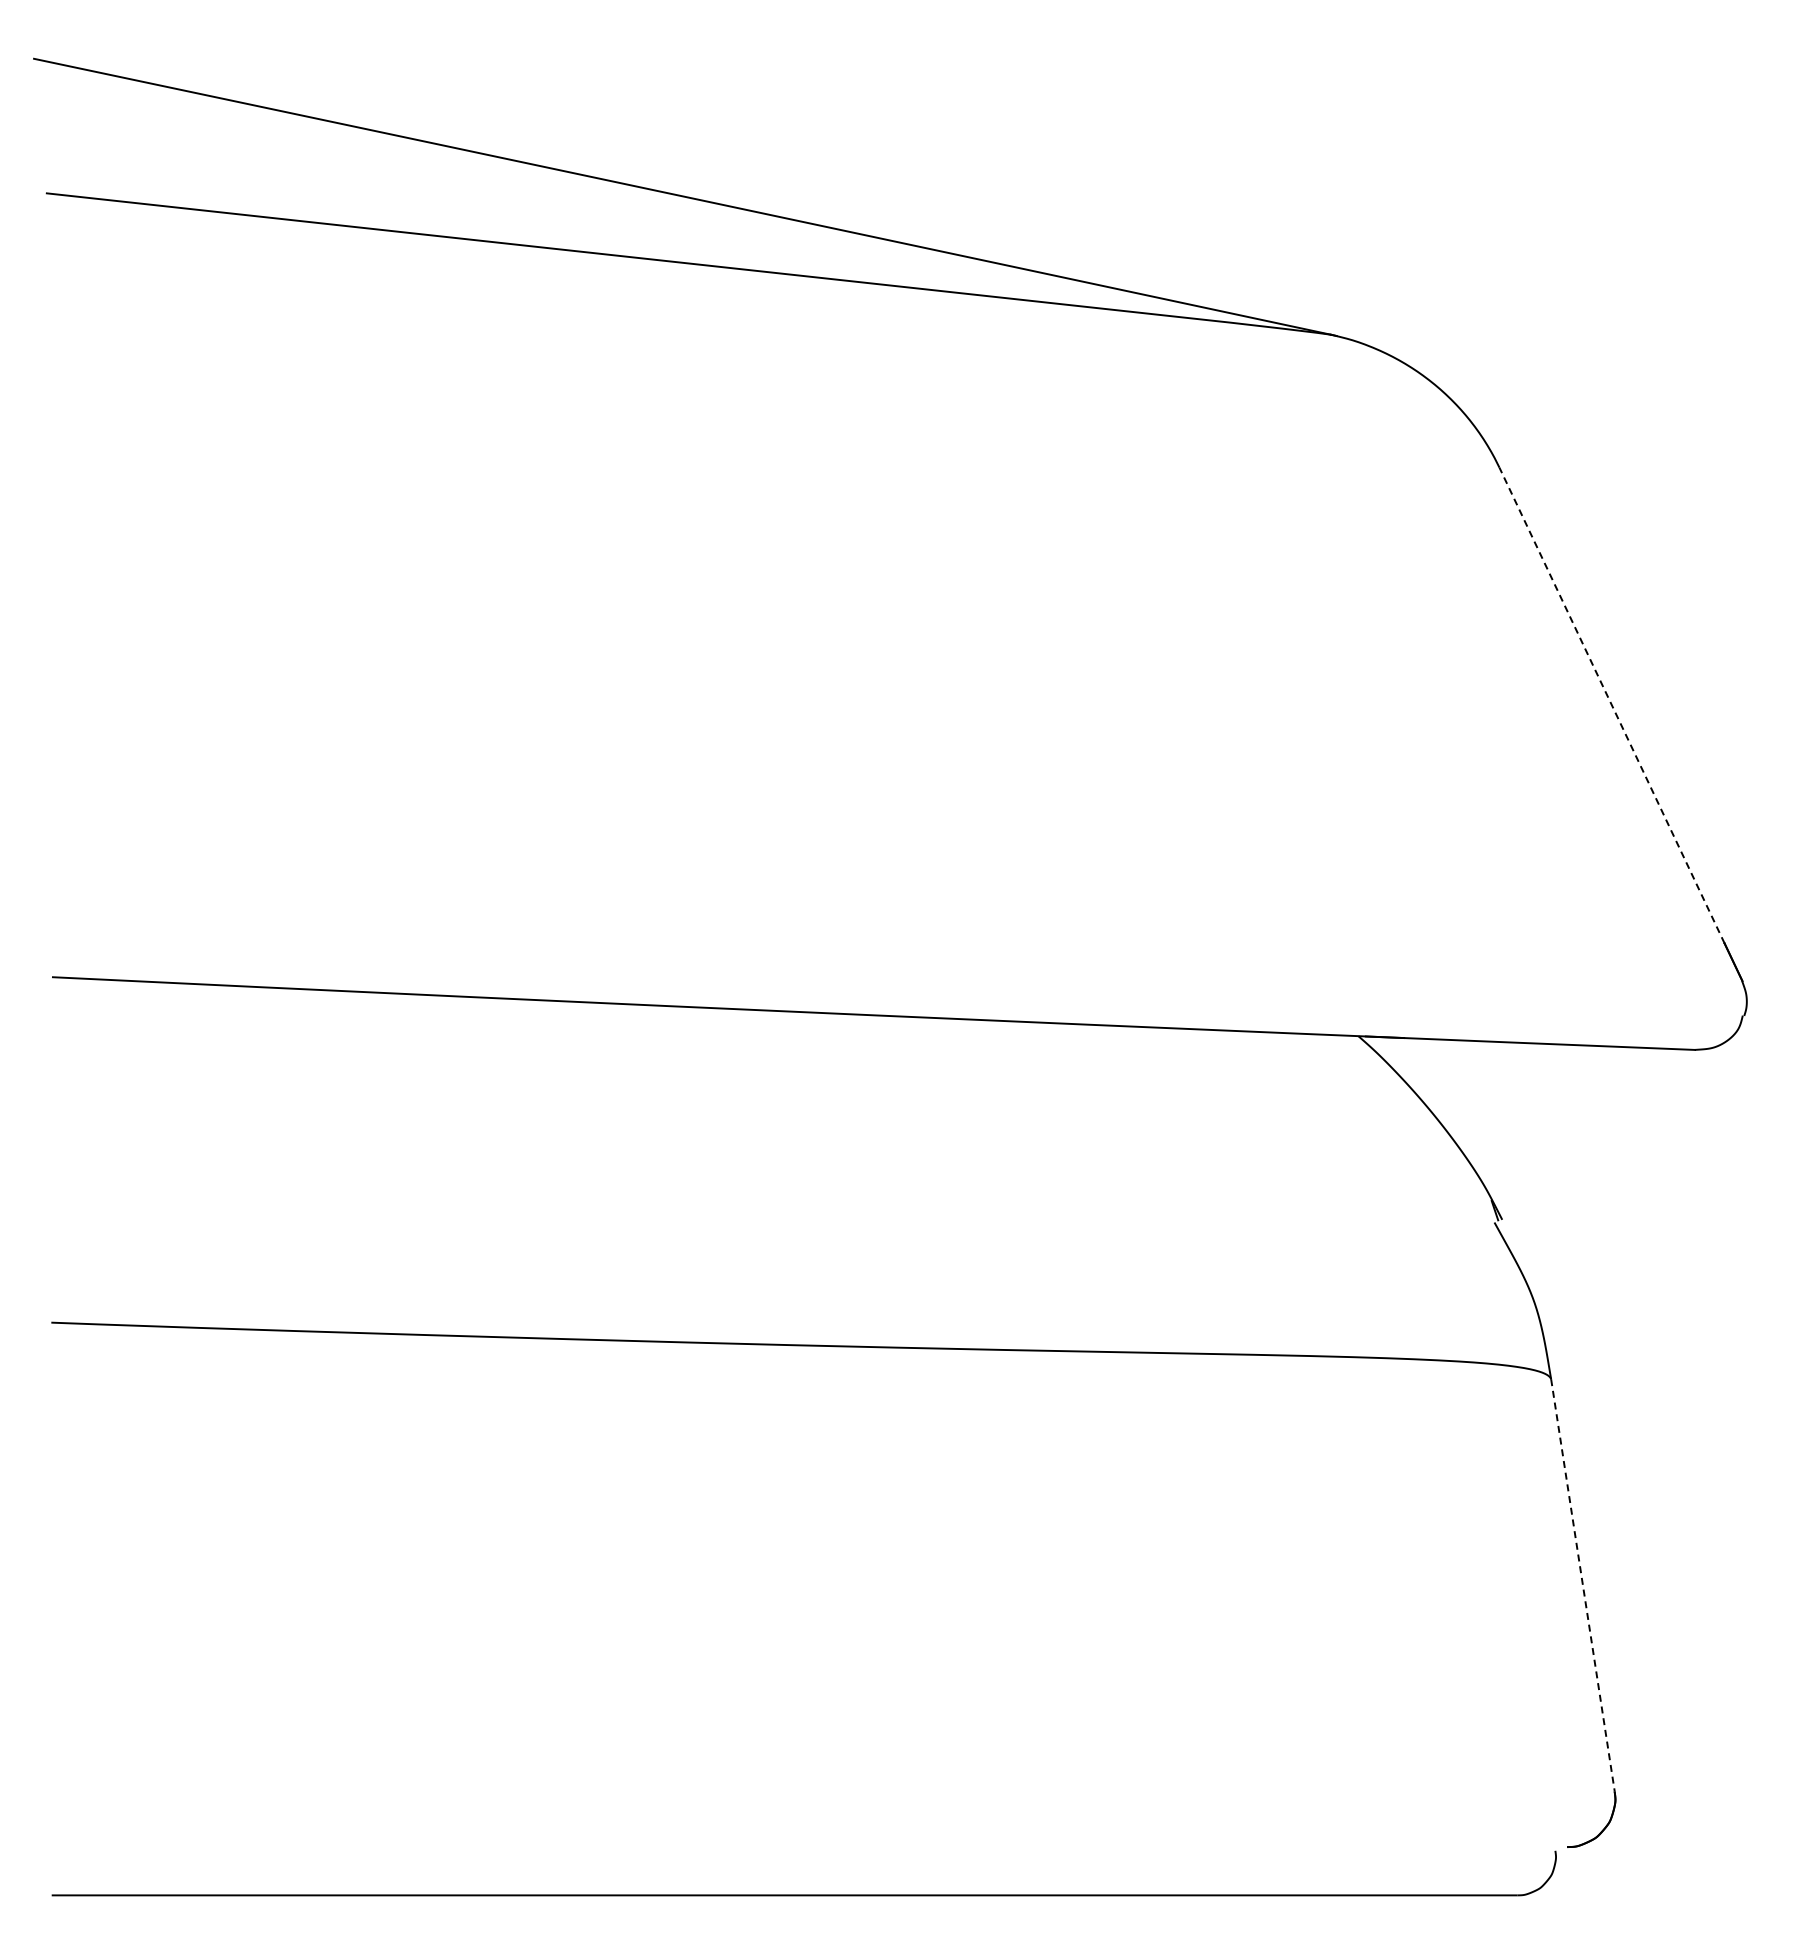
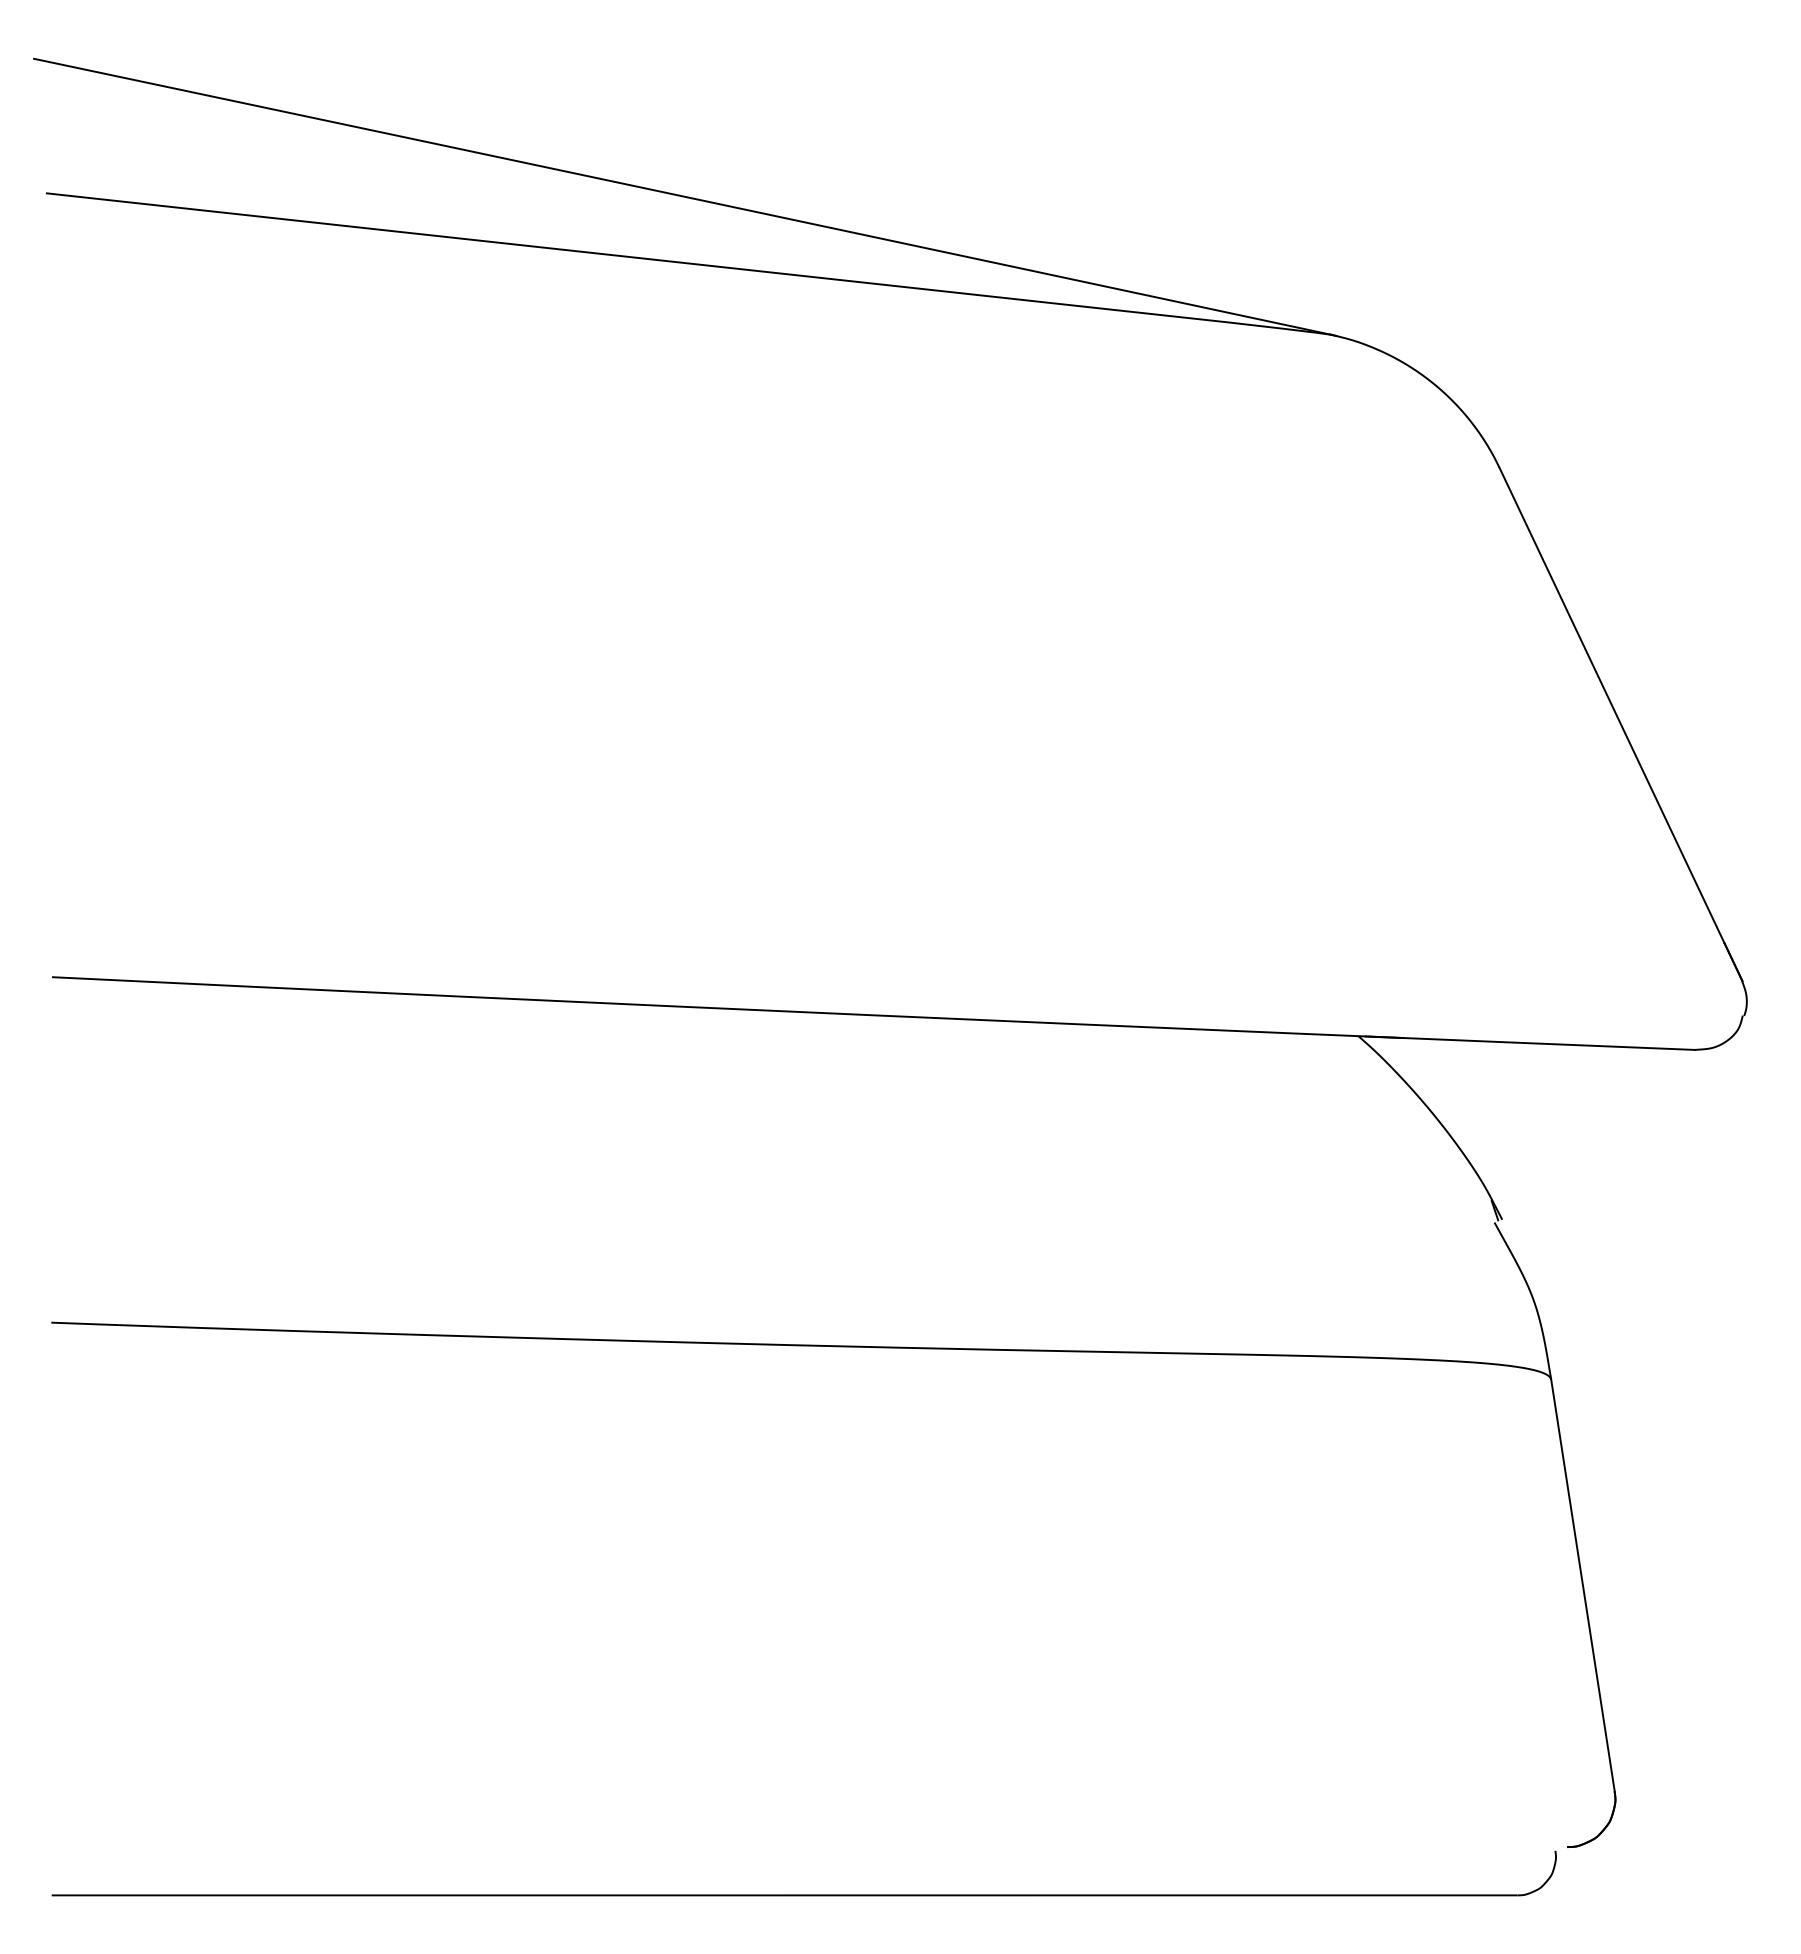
line at (1611, 705): dashed -> solid
line at (1582, 1585): dashed -> solid
